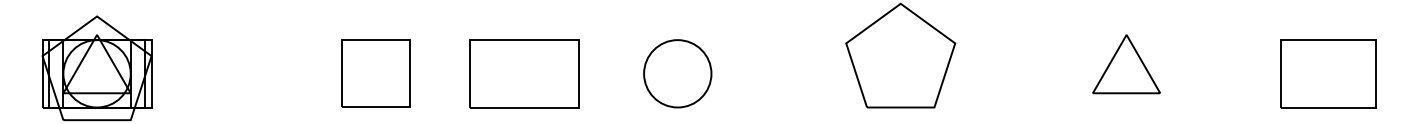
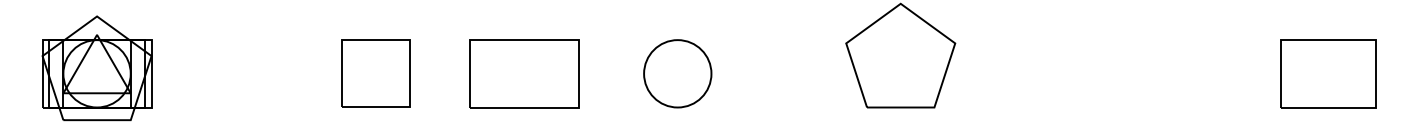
part at (1126, 64): present -> none
